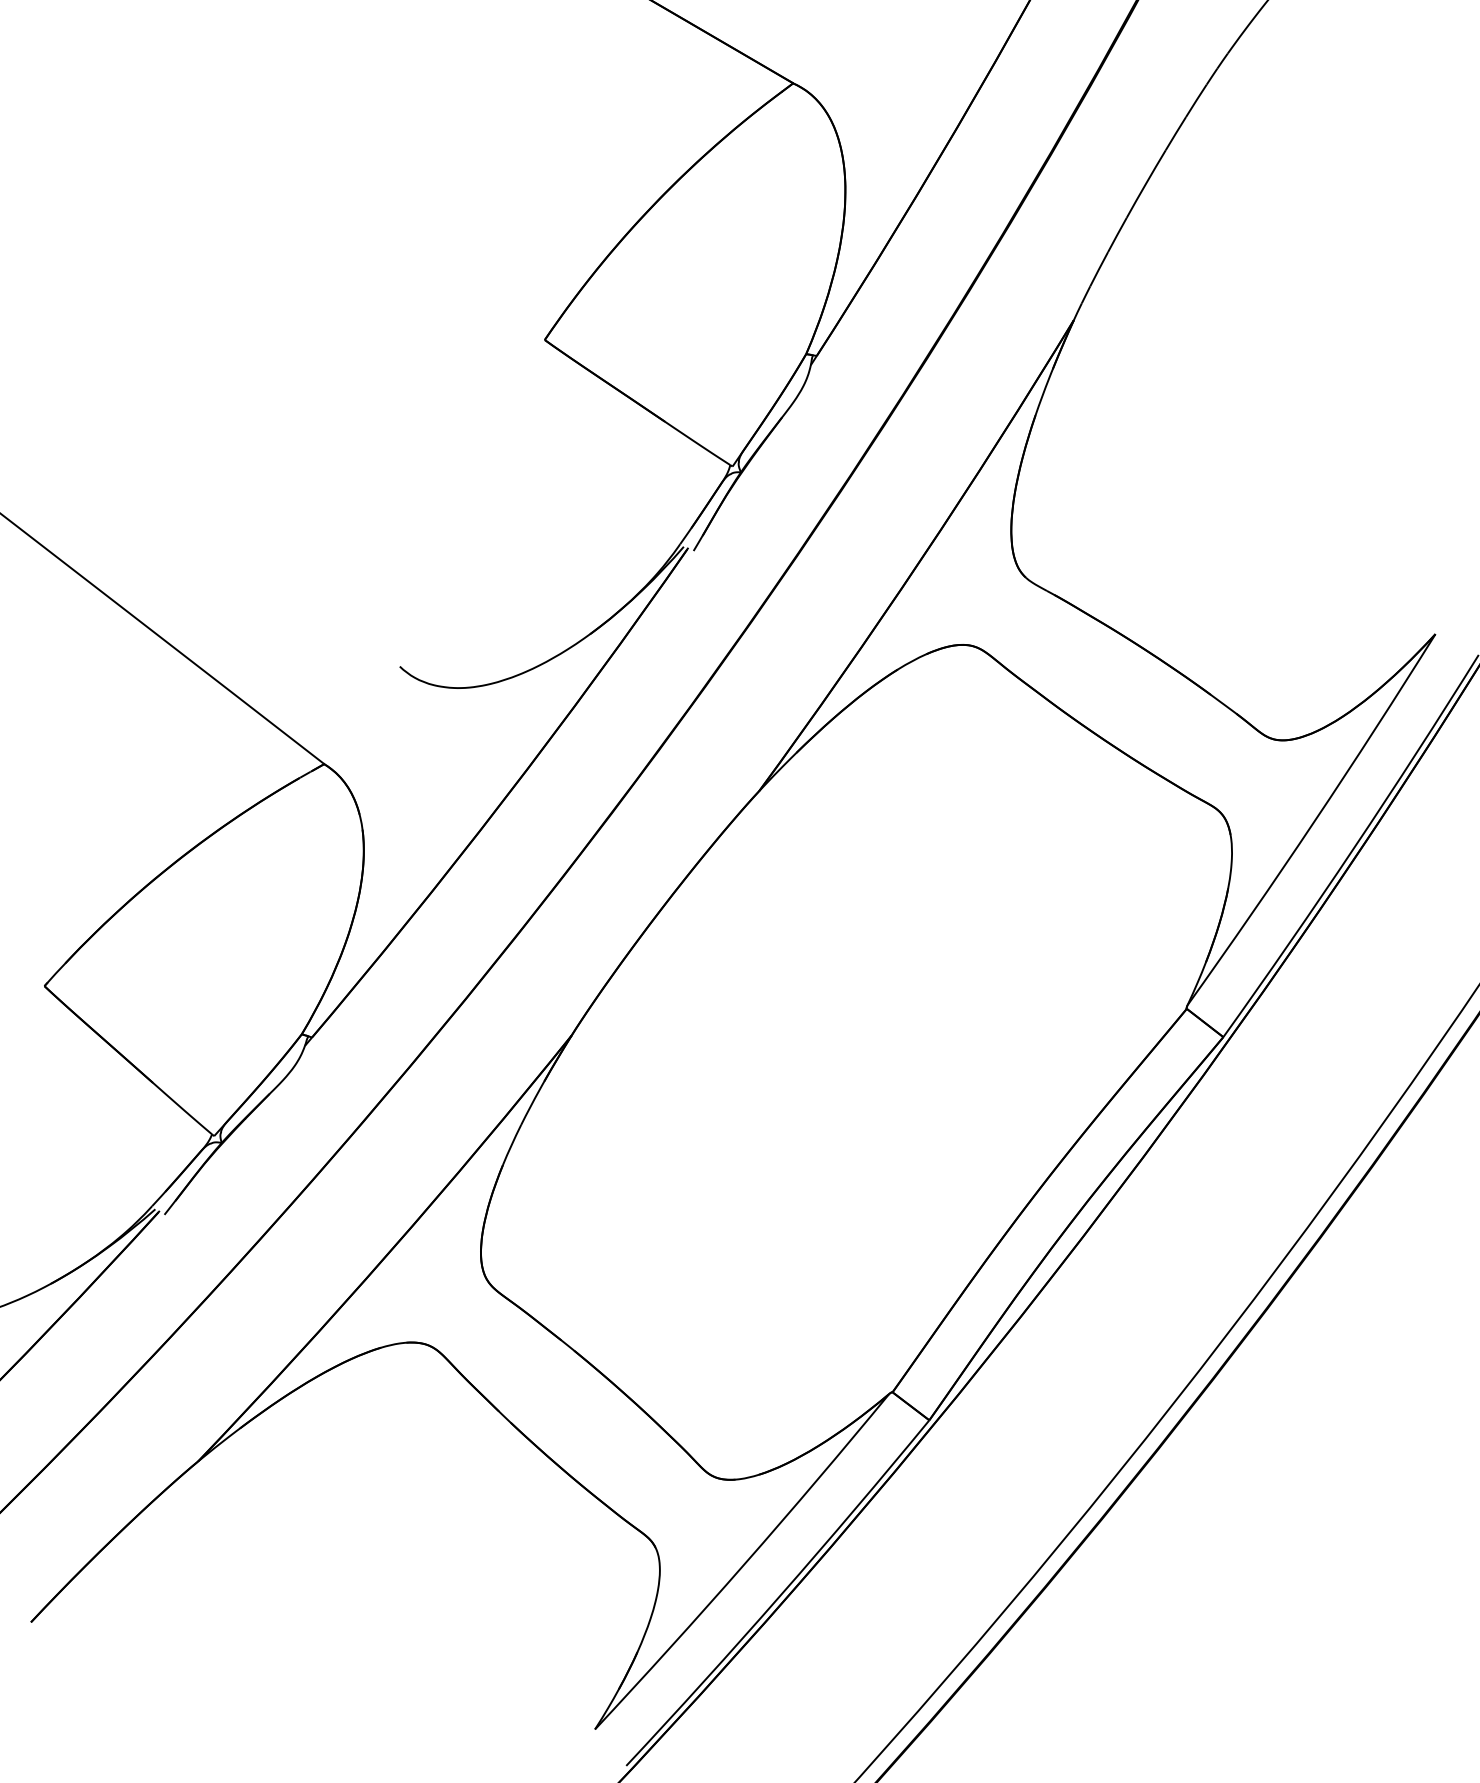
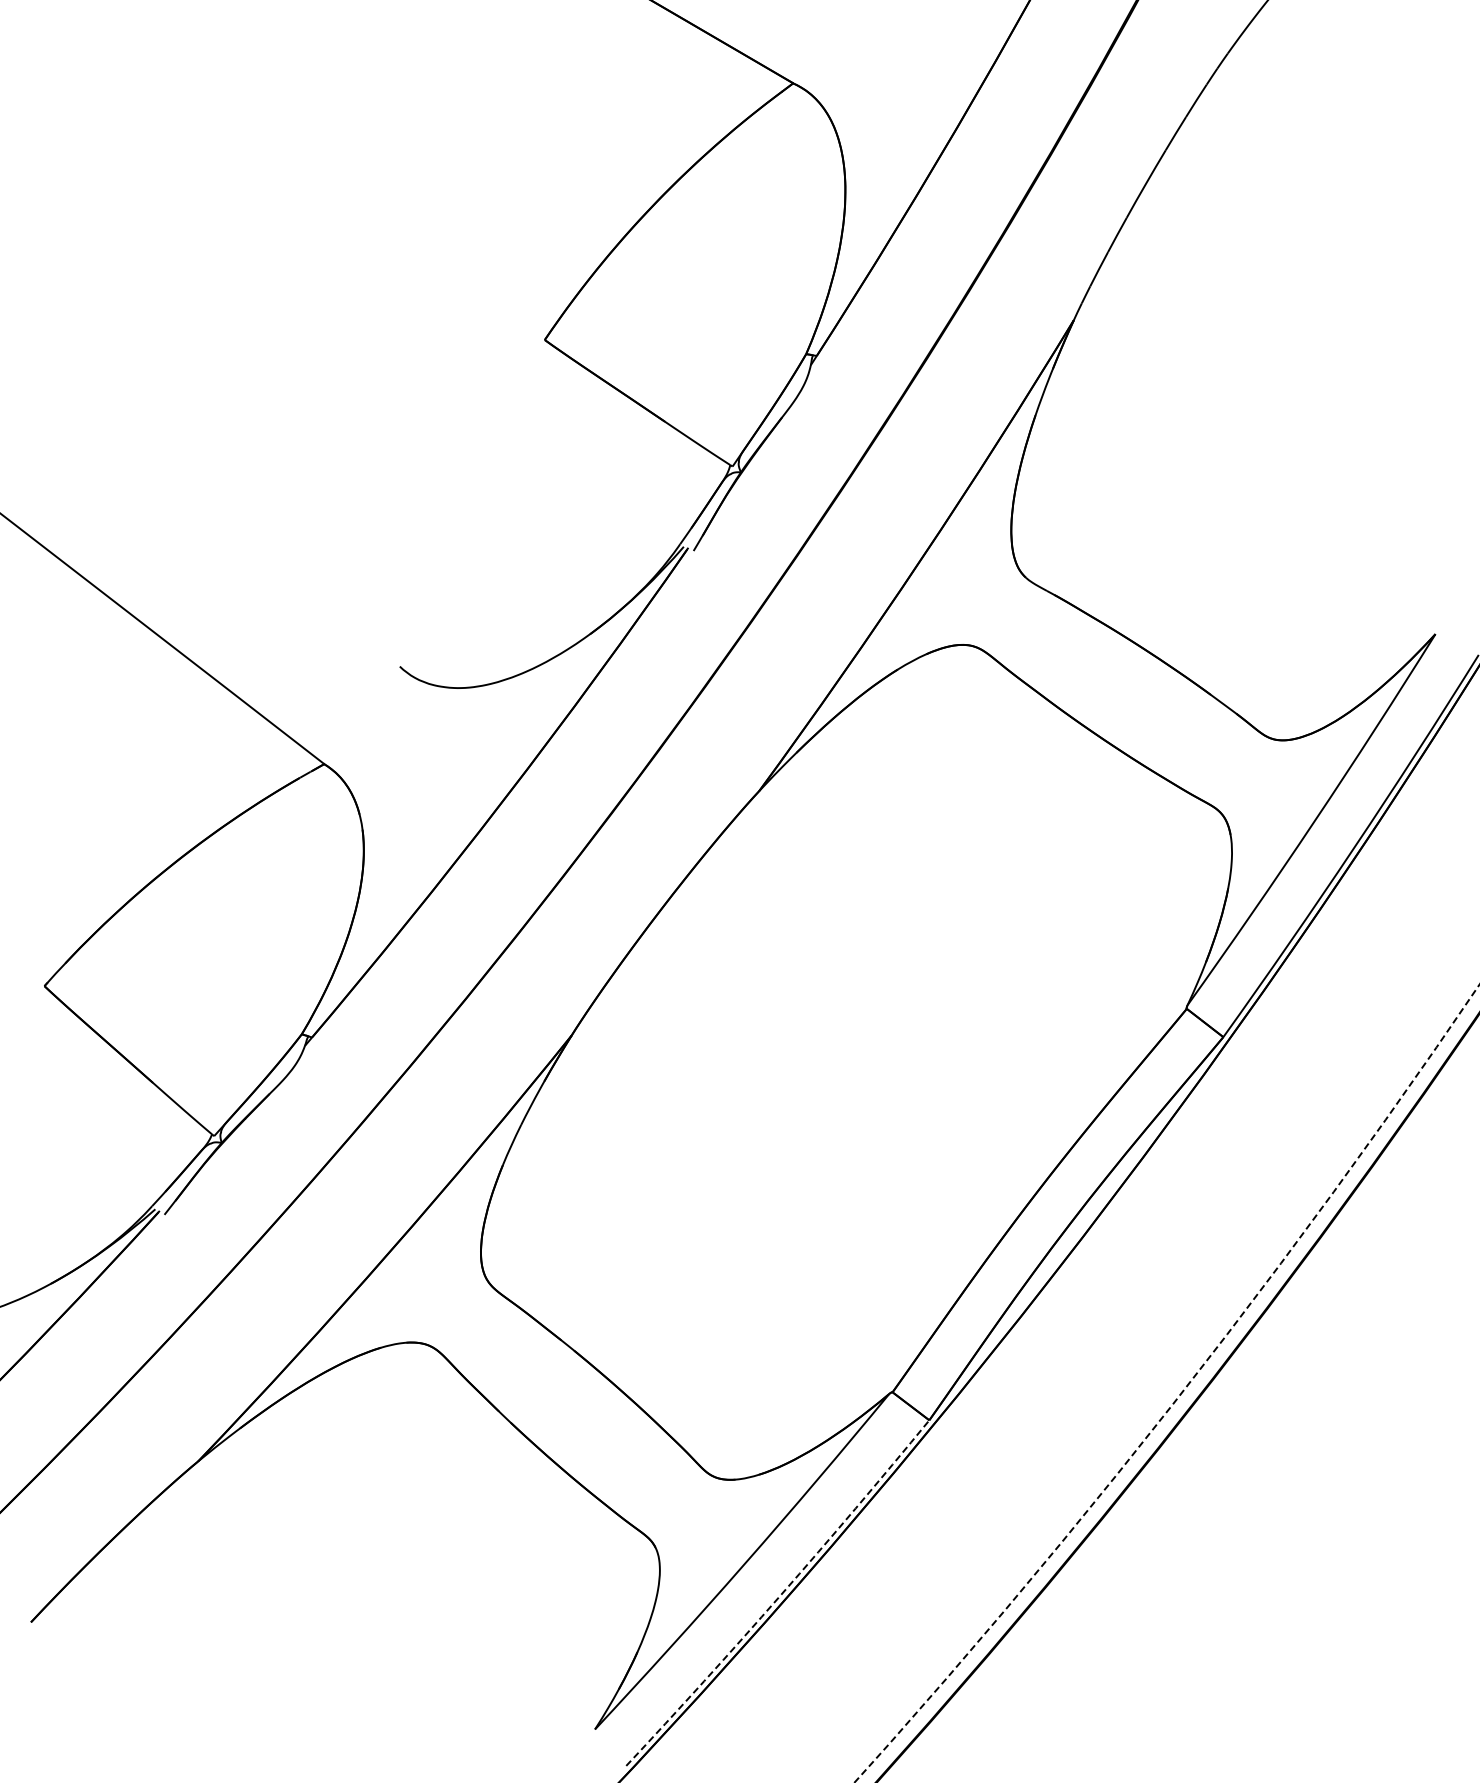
arc at (1181, 1393): solid -> dashed
arc at (780, 1595): solid -> dashed
